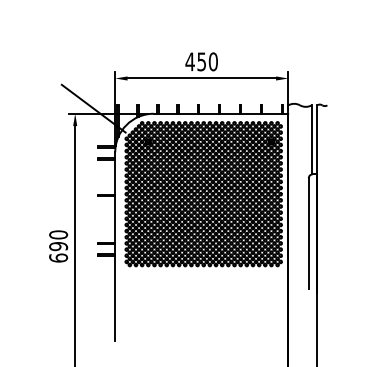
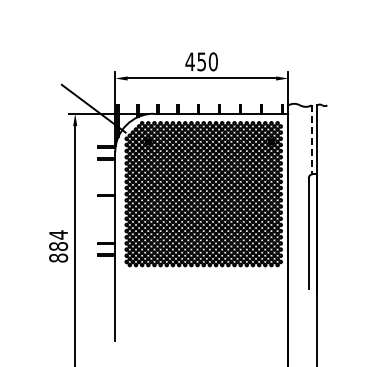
line at (311, 139): solid -> dashed
text at (58, 246): 690 -> 884
